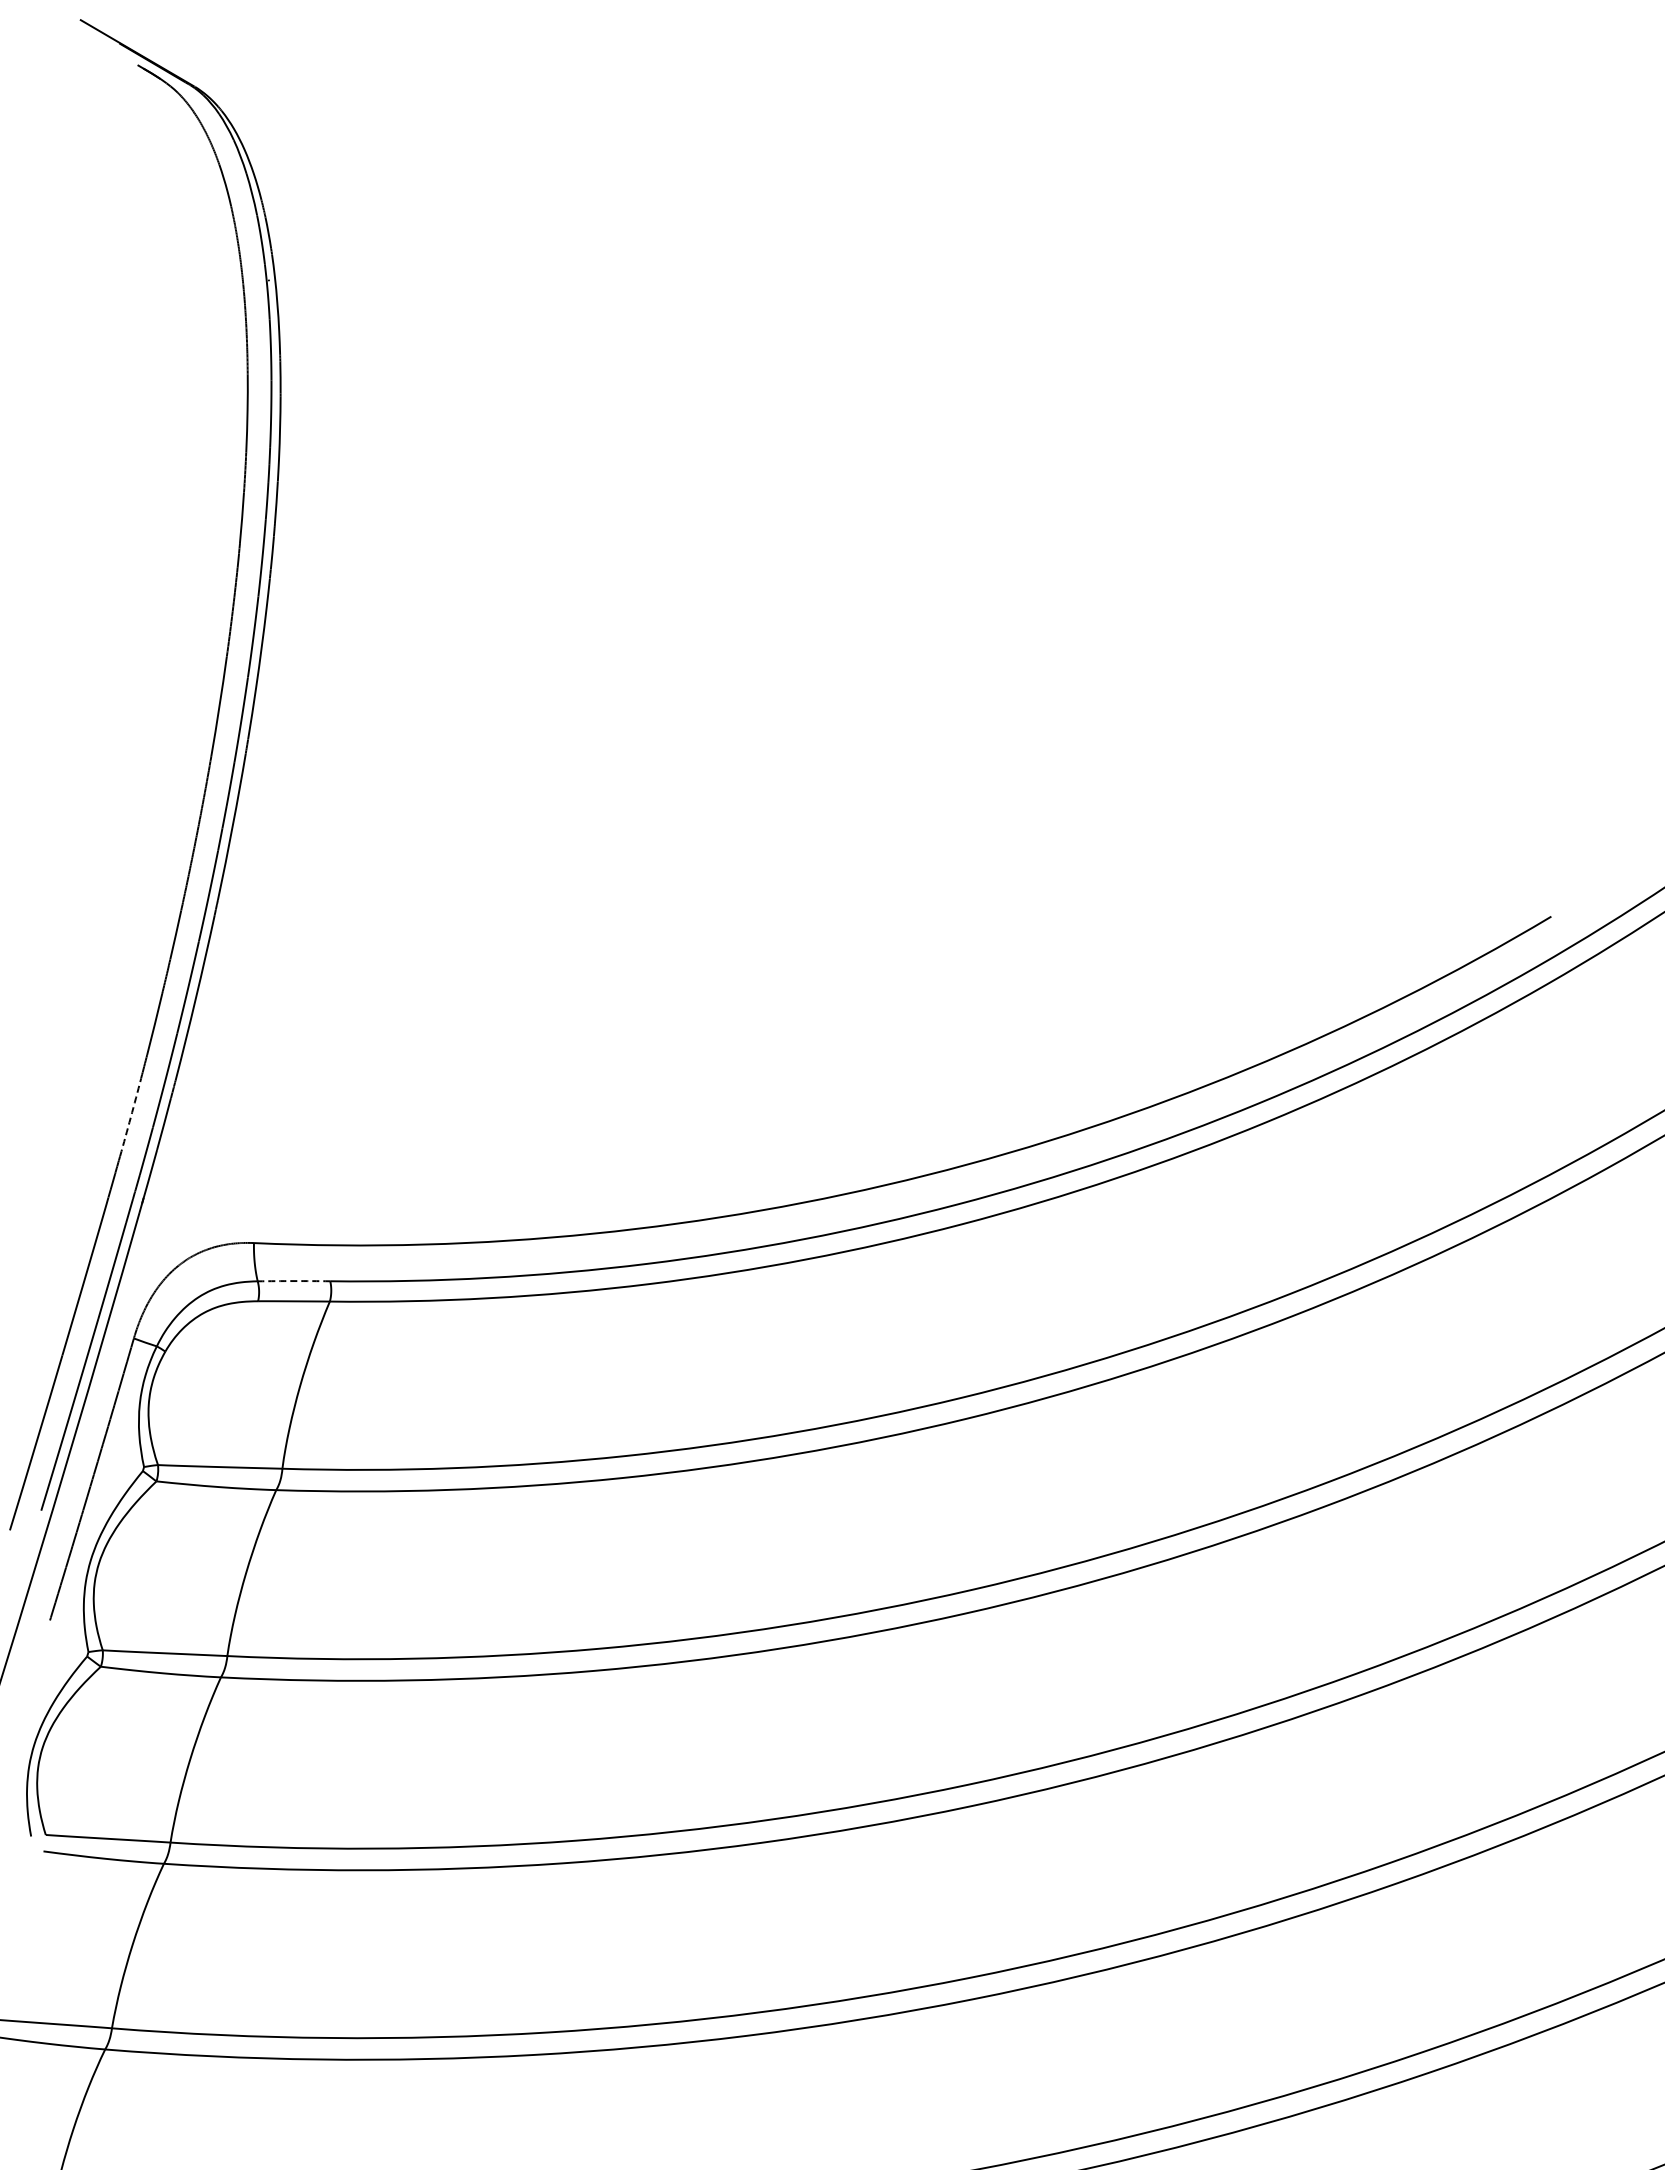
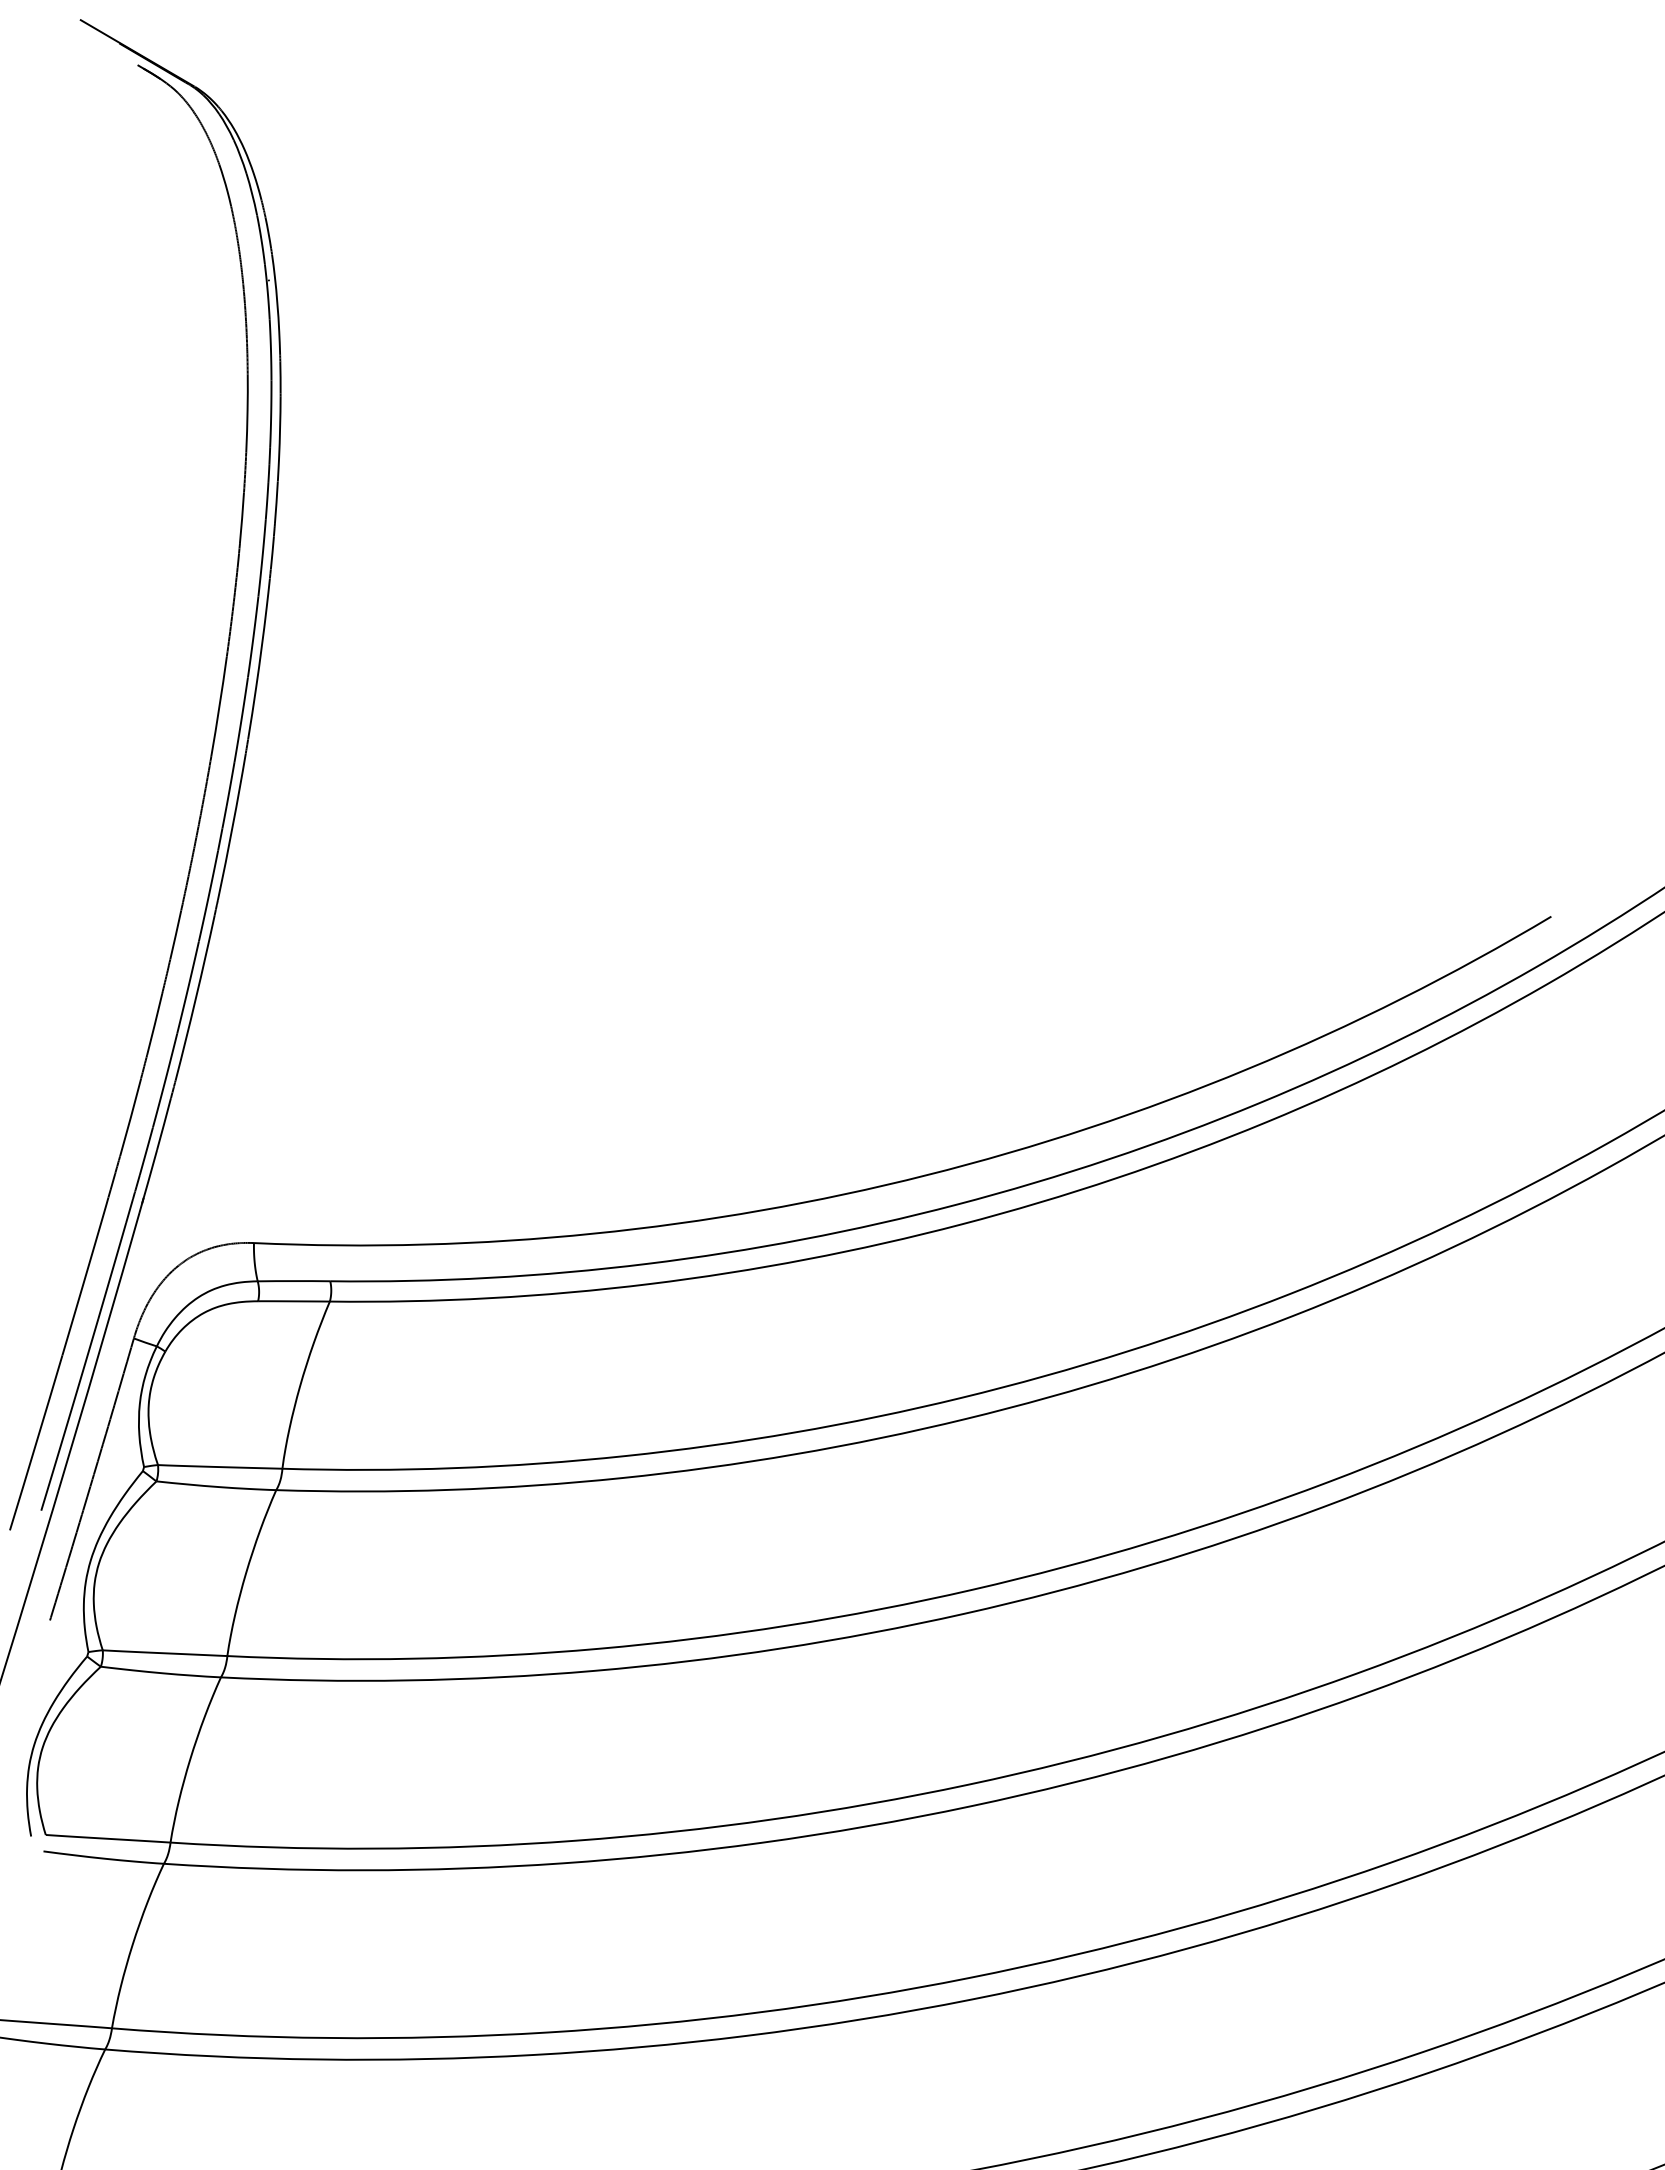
arc at (130, 1117): dashed -> solid
arc at (294, 1281): dashed -> solid
